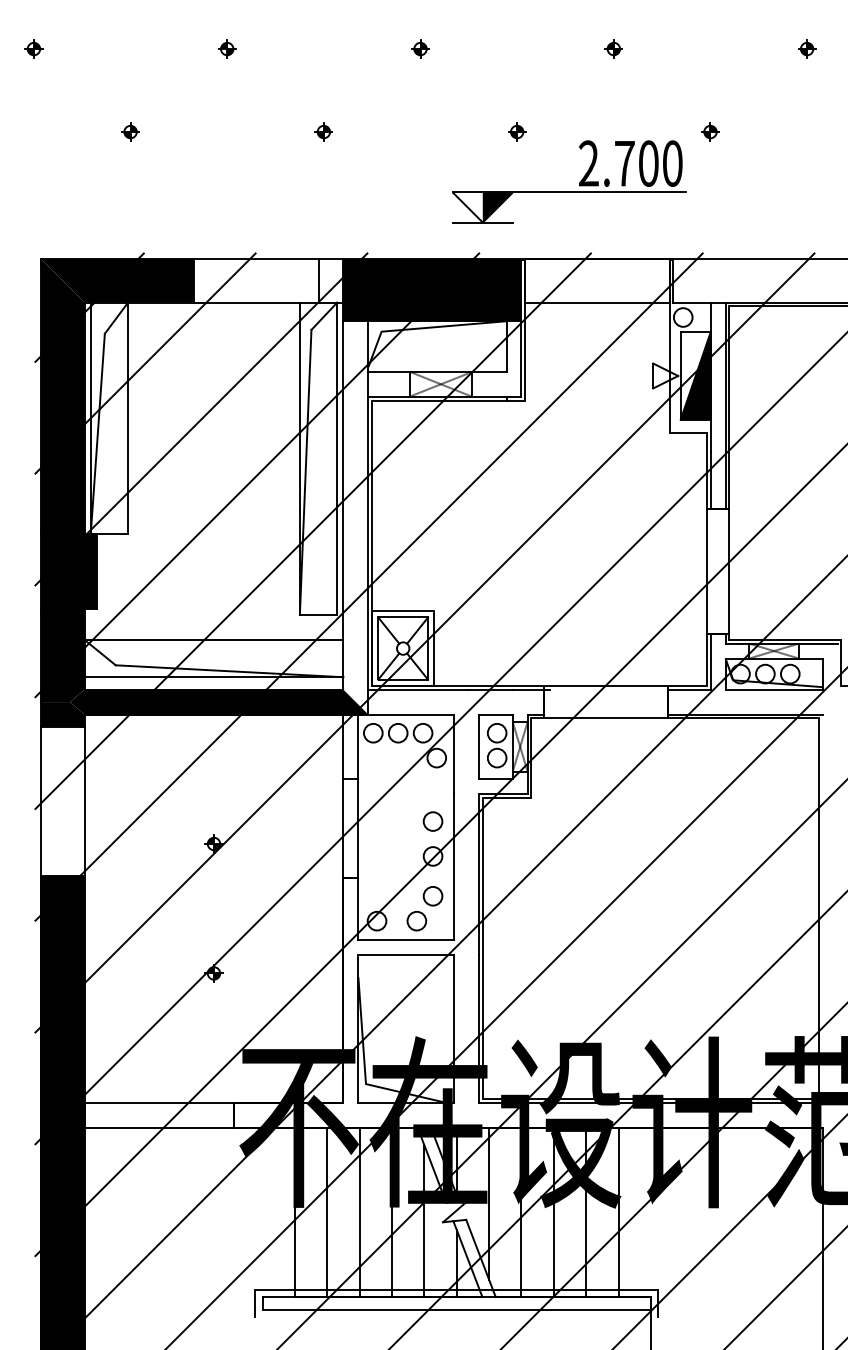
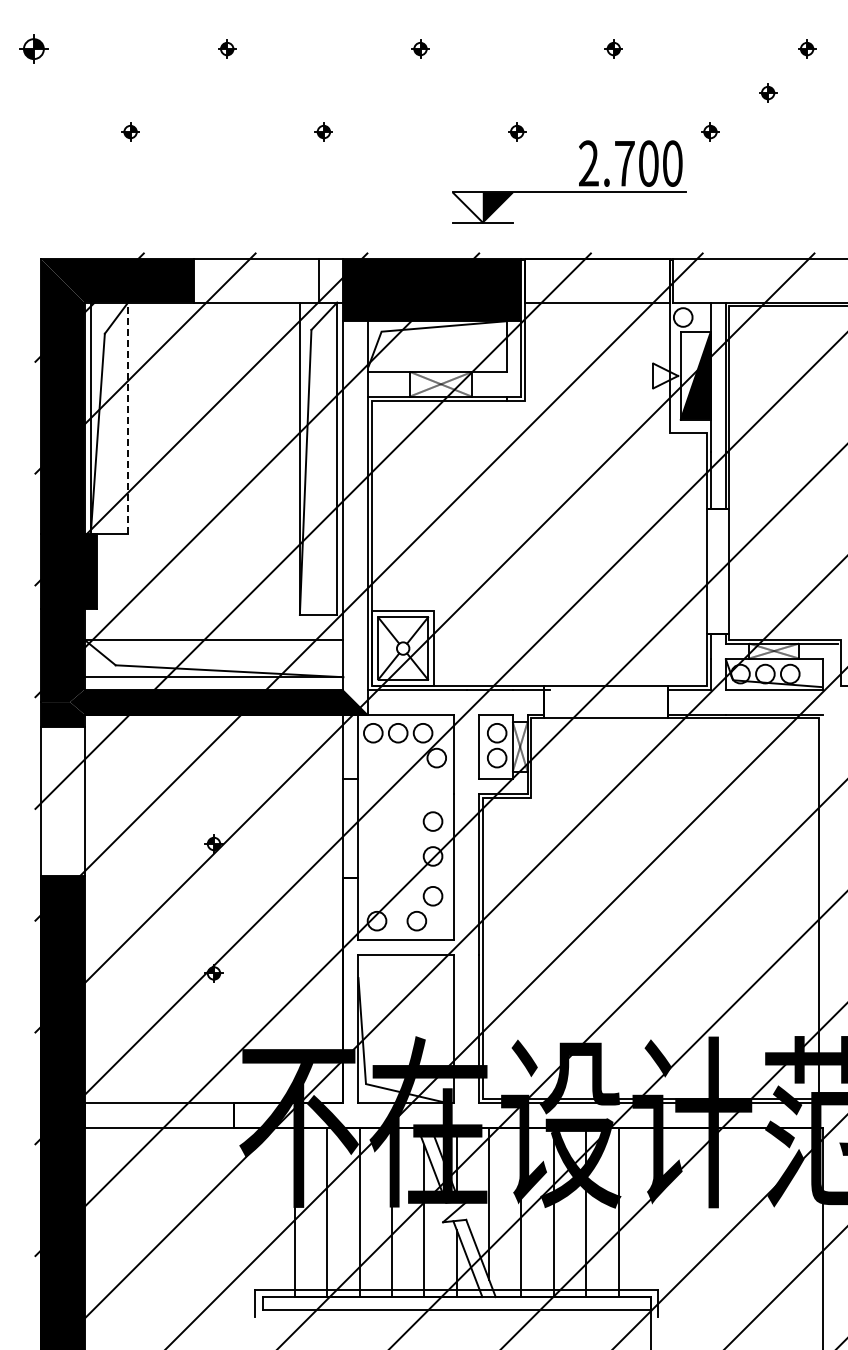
part at (33, 48) size: 20x20 px -> 30x30 px
part at (768, 92): none -> present
line at (128, 418): solid -> dashed
